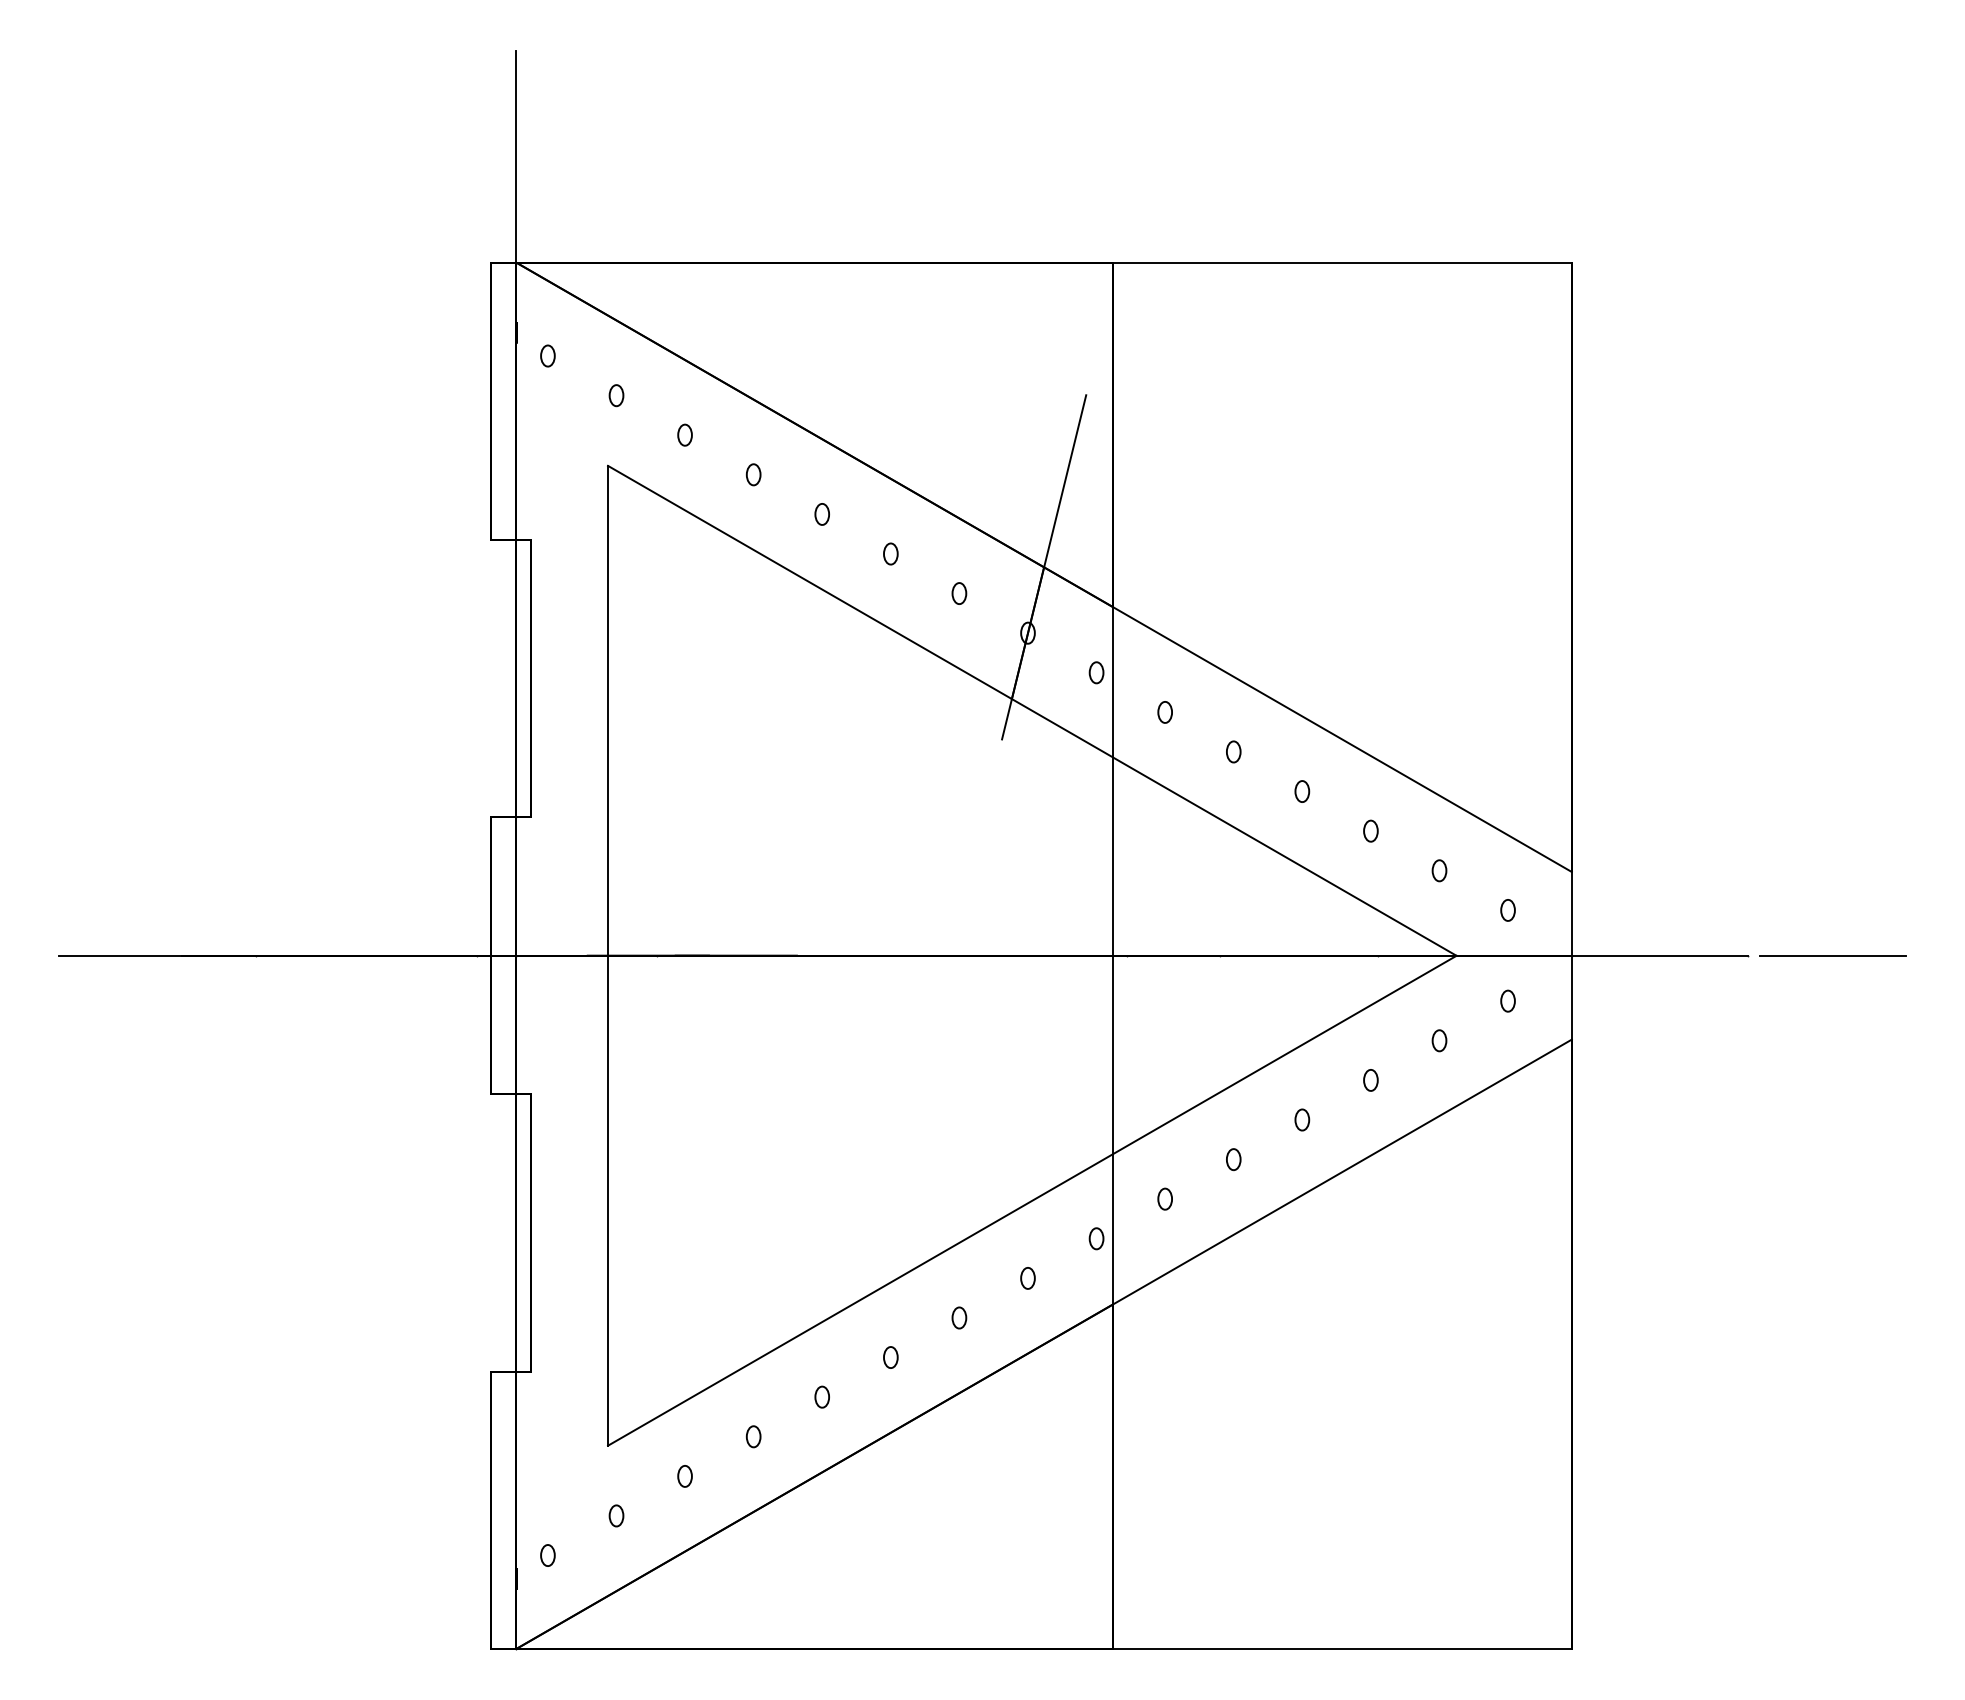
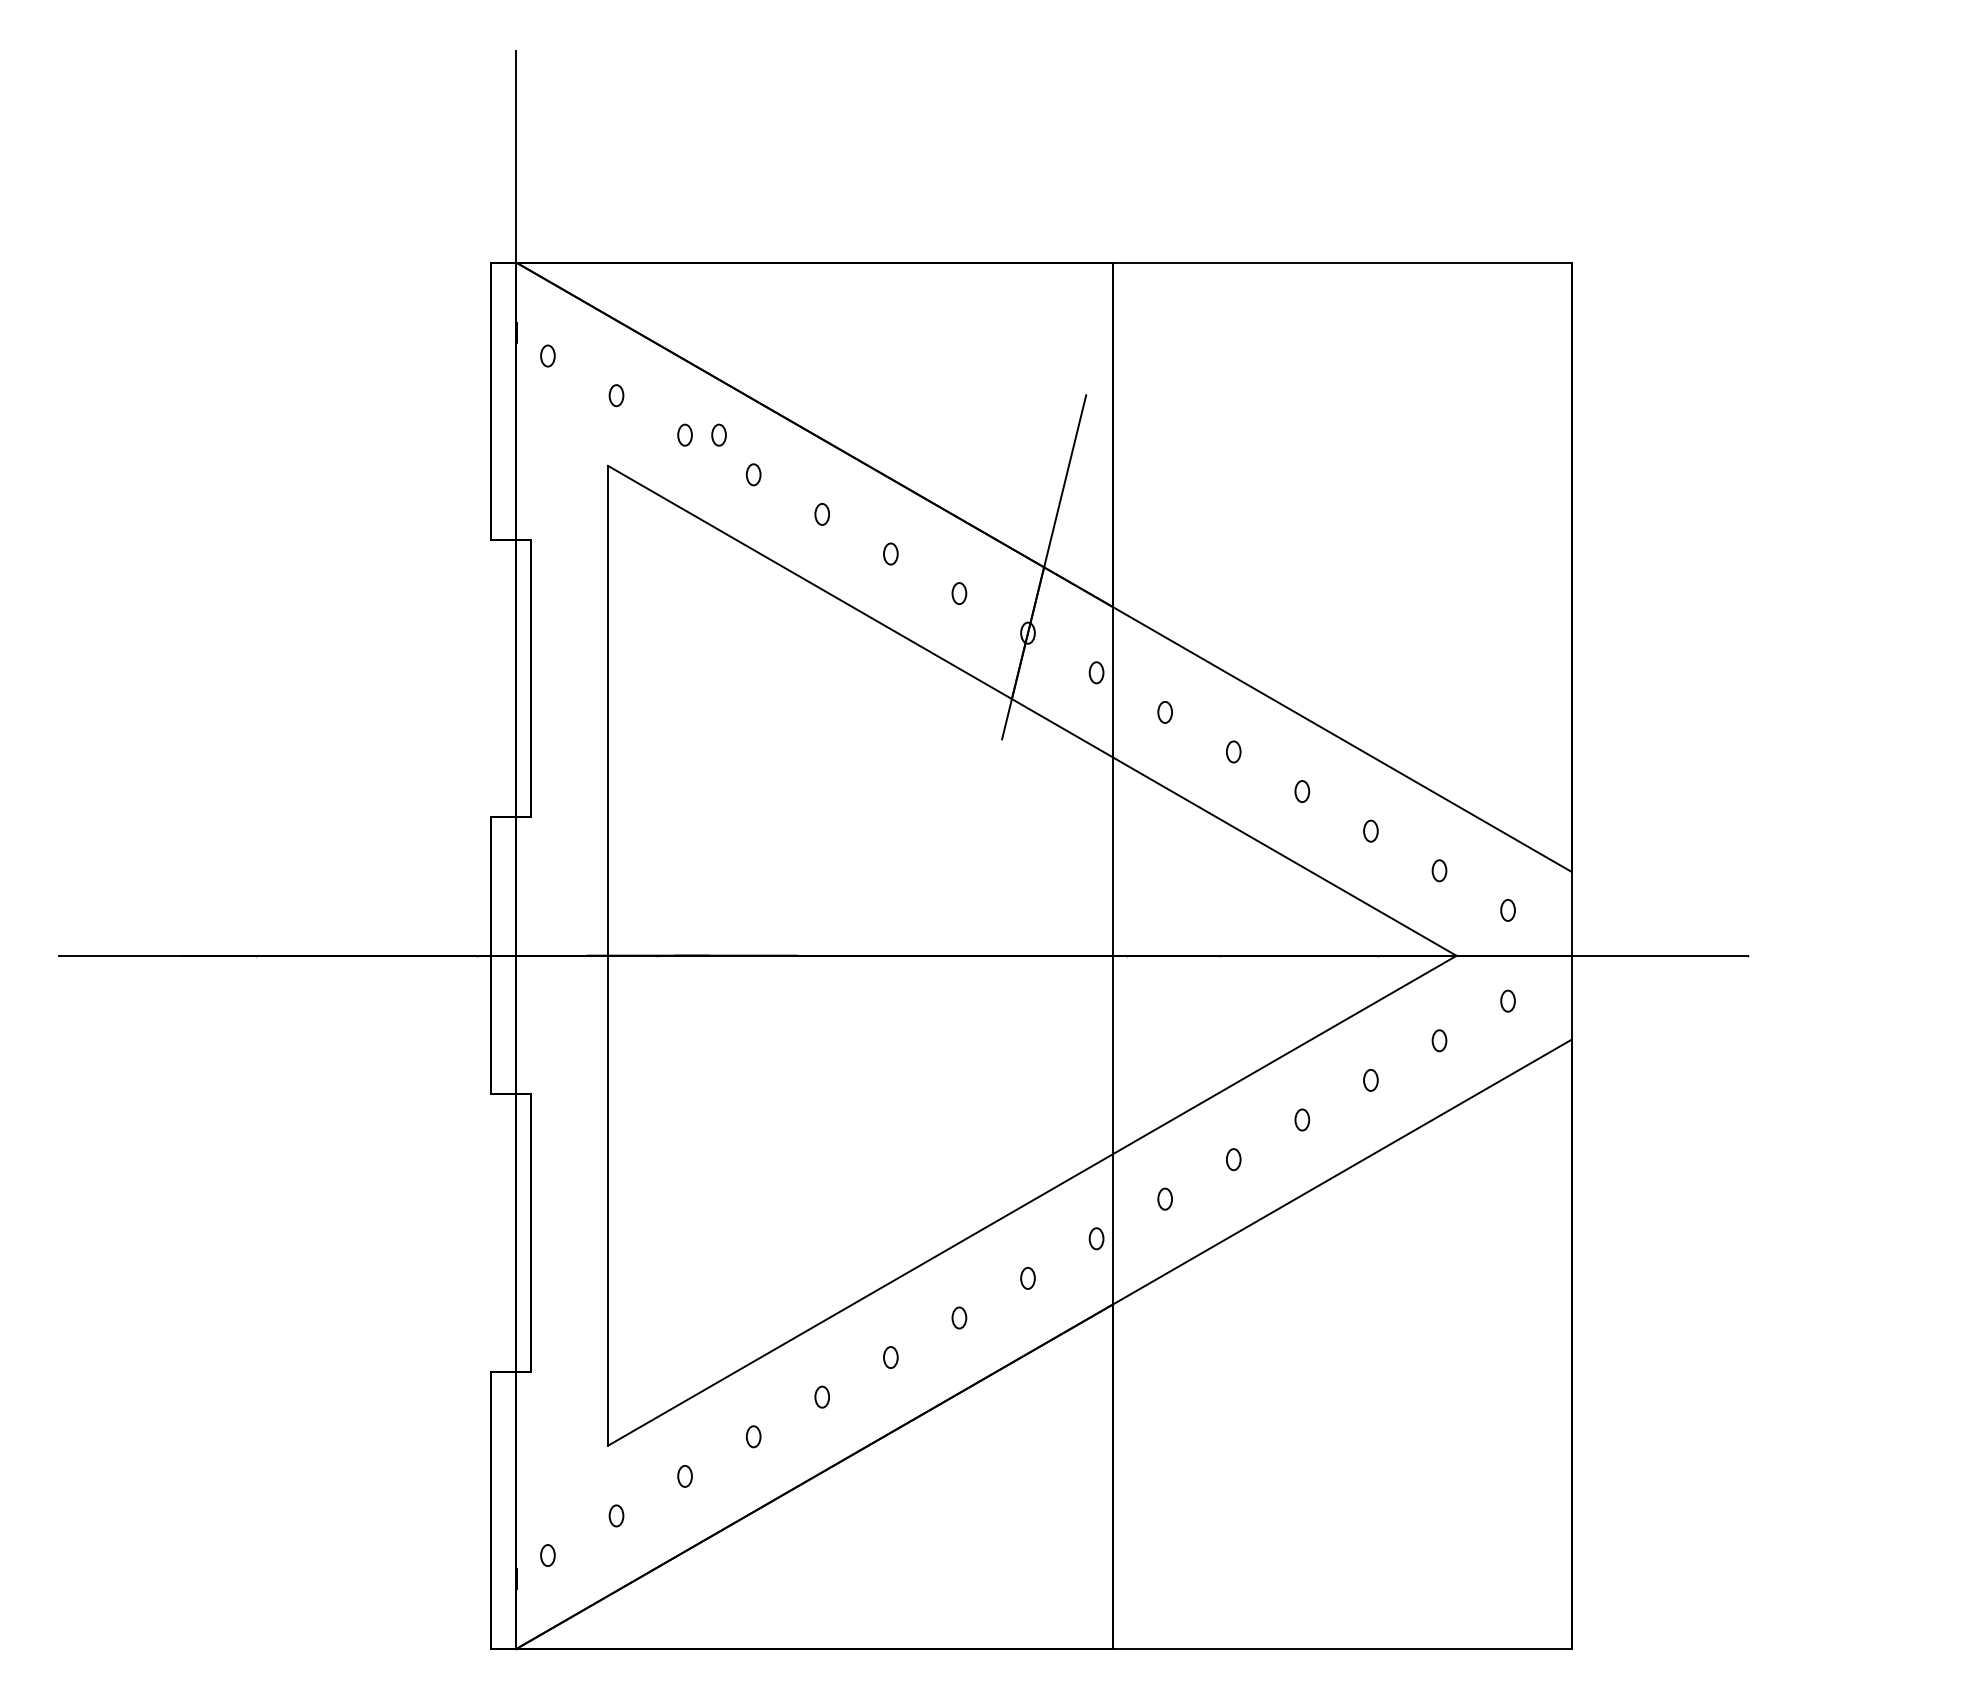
circle at (718, 434): none -> present
line at (1833, 955): present -> none
